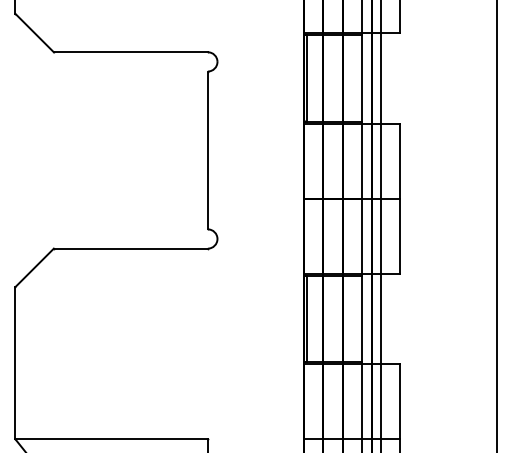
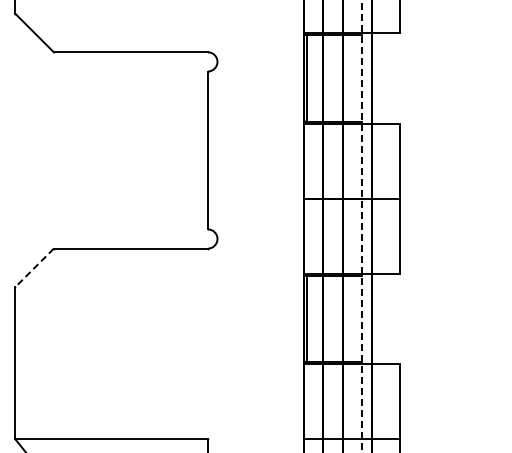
line at (381, 225): present -> none
line at (496, 225): present -> none
line at (361, 227): solid -> dashed
line at (34, 268): solid -> dashed
